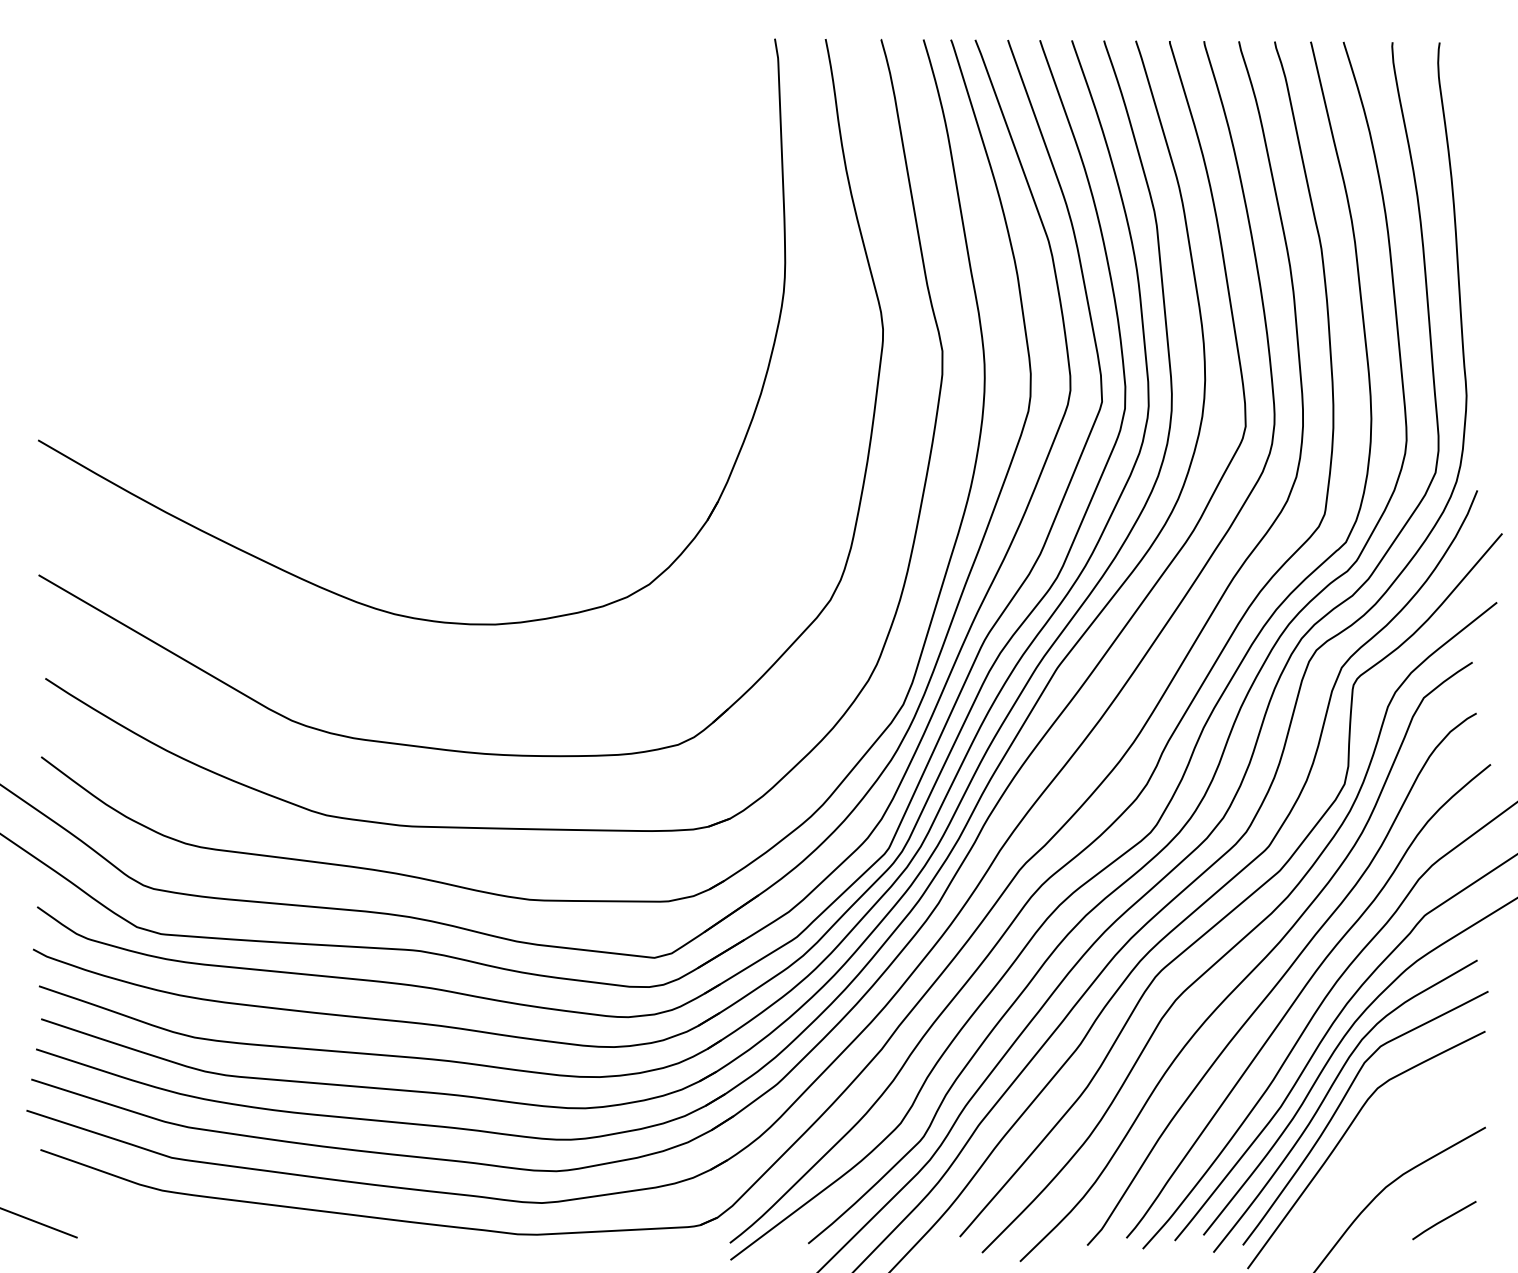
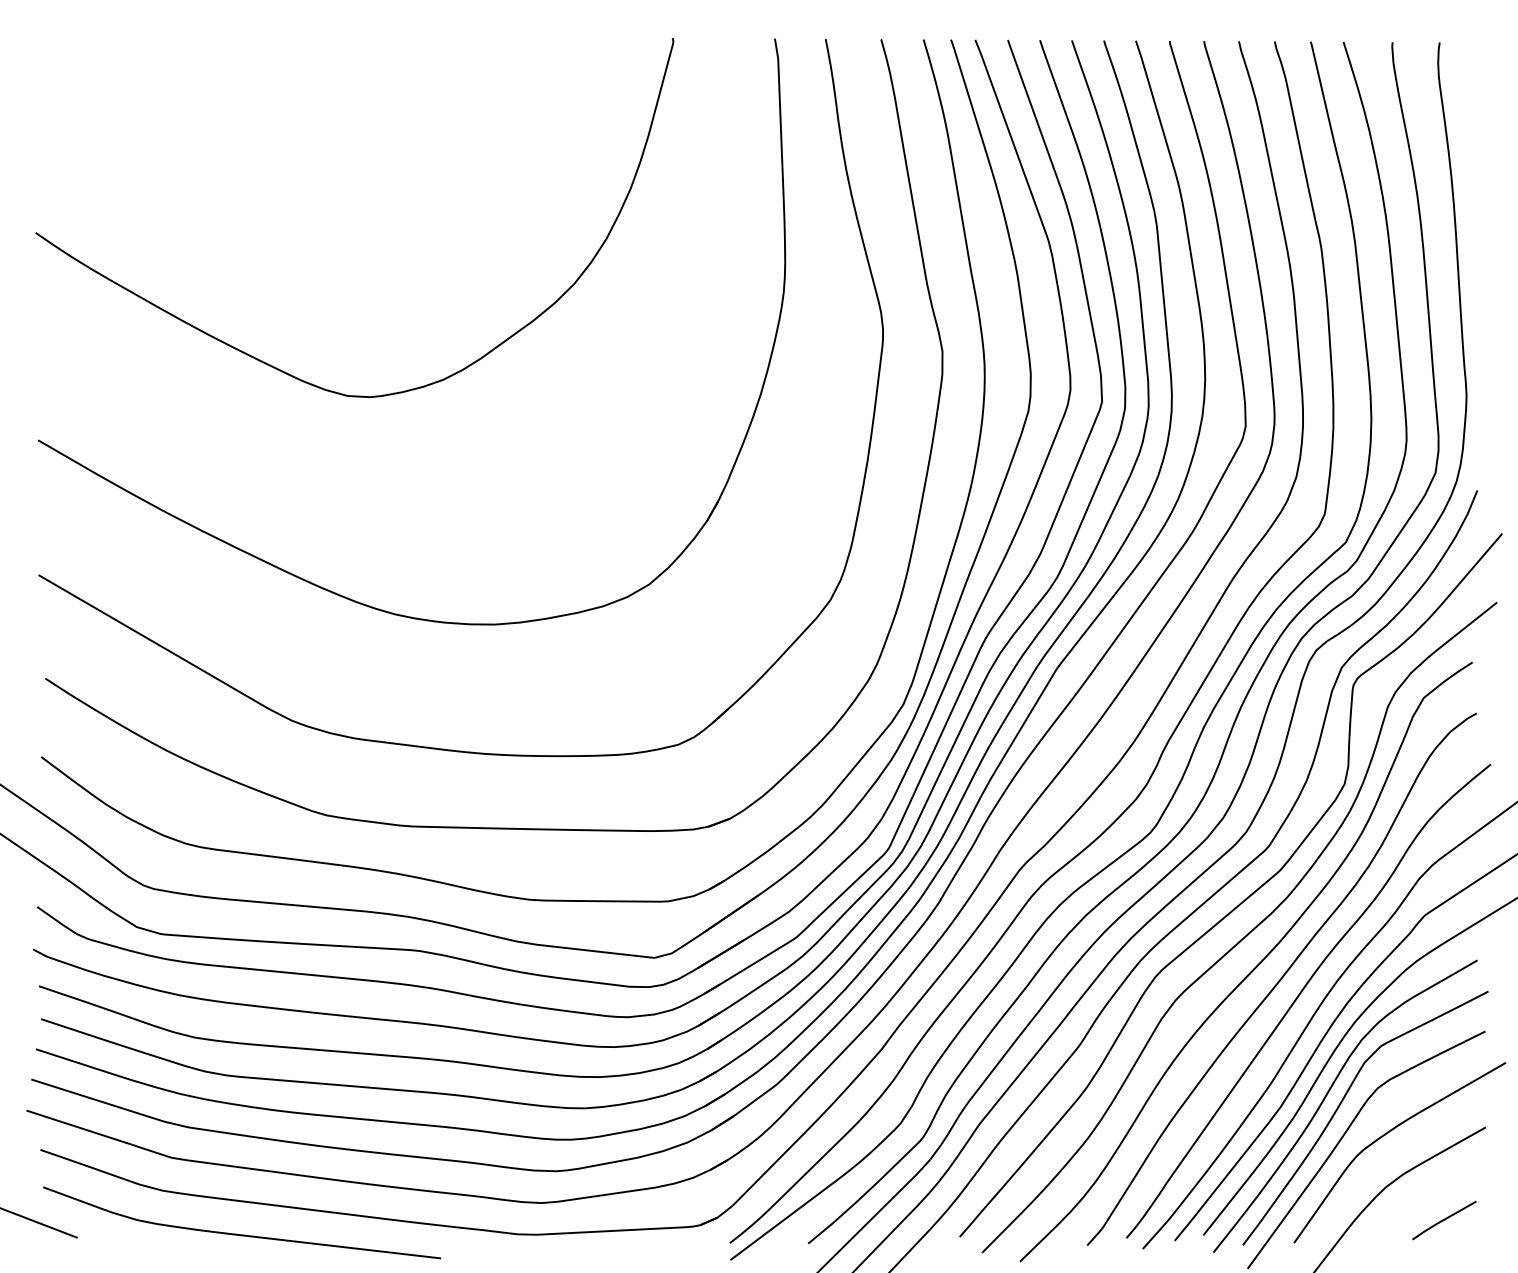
curve at (287, 372): none -> present
curve at (1388, 1133): none -> present
curve at (242, 1234): none -> present
